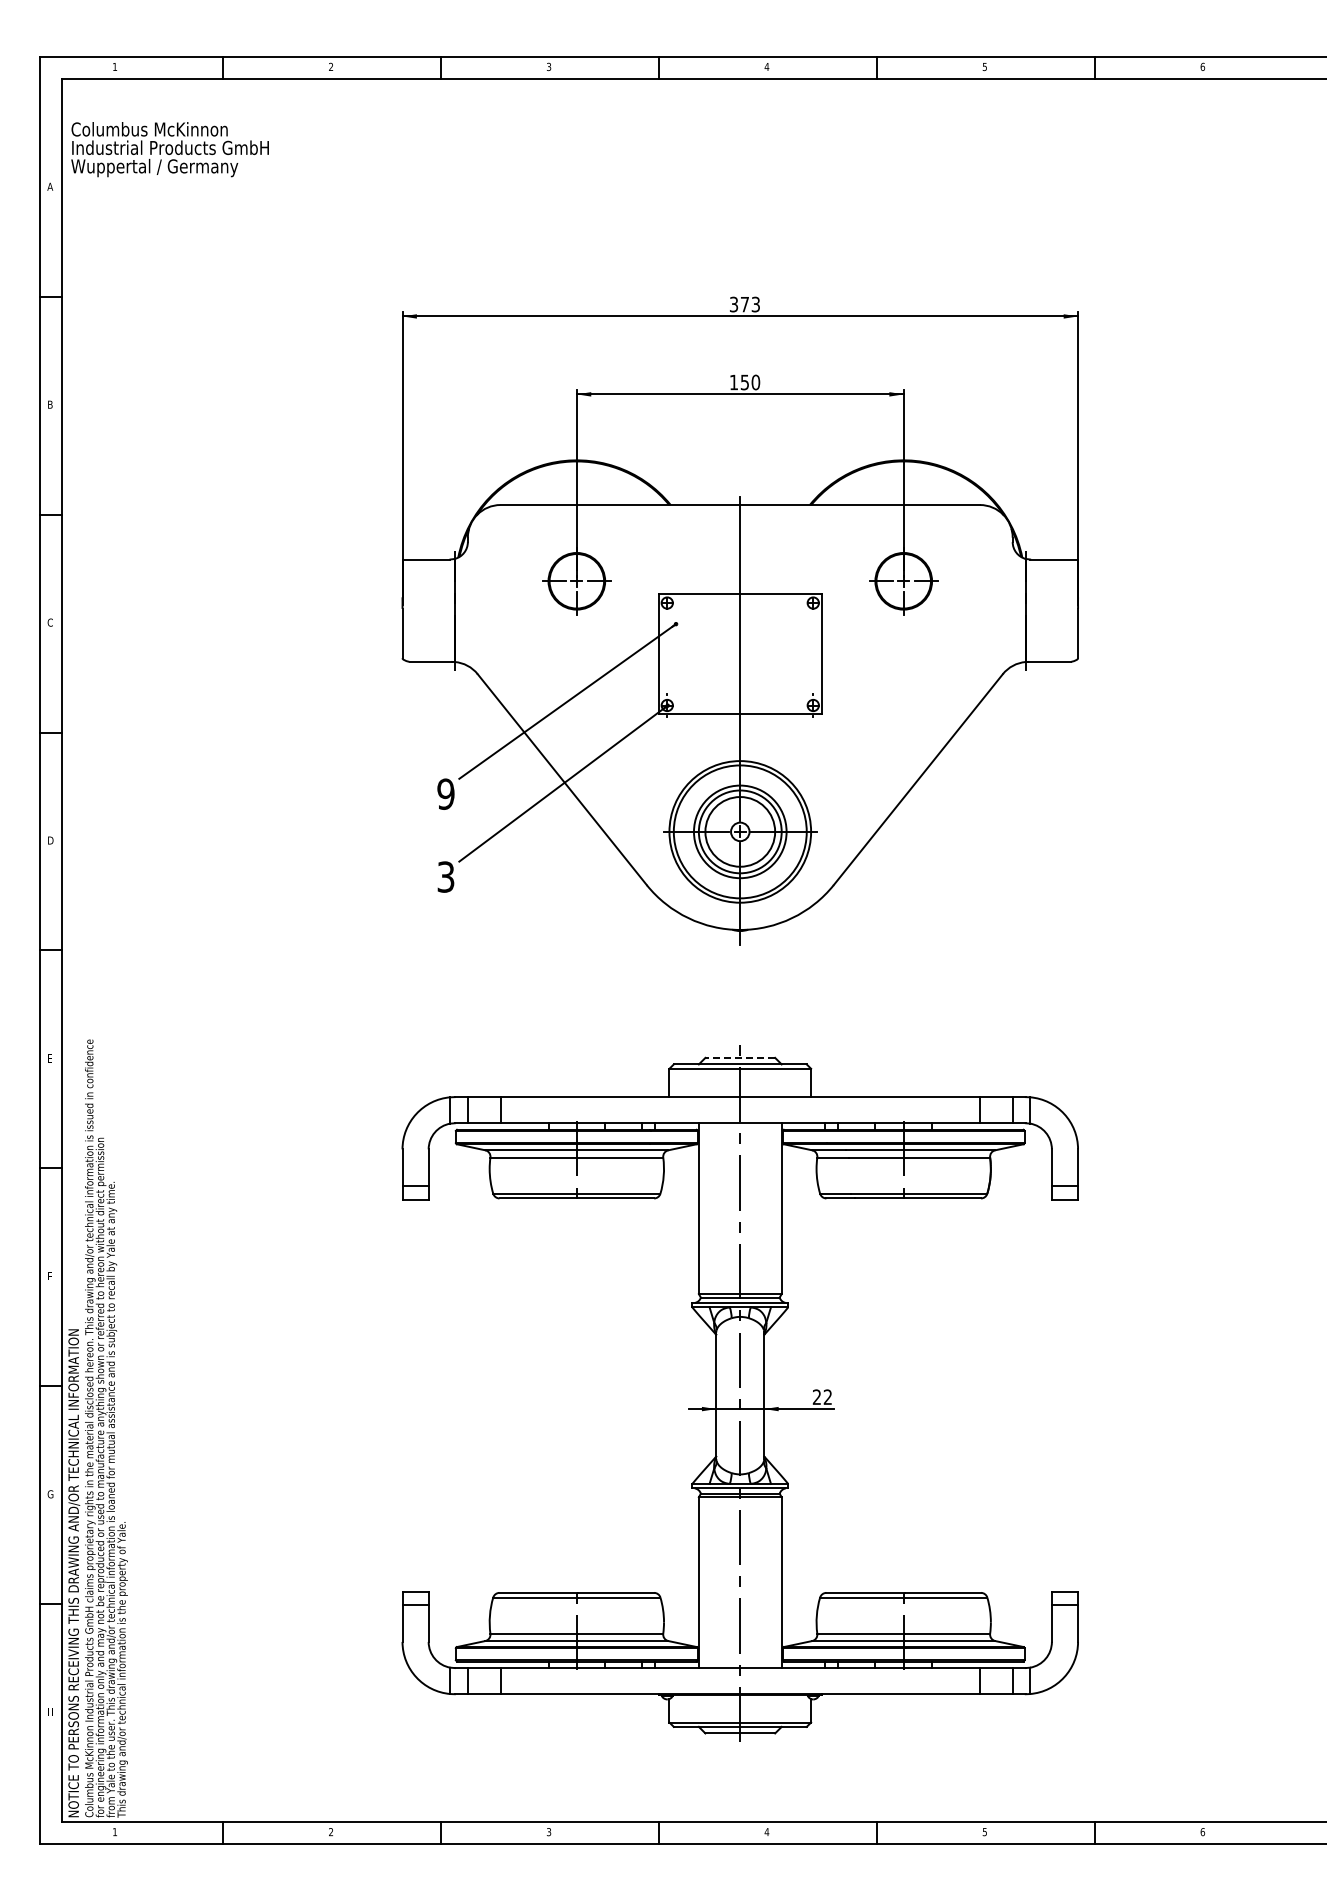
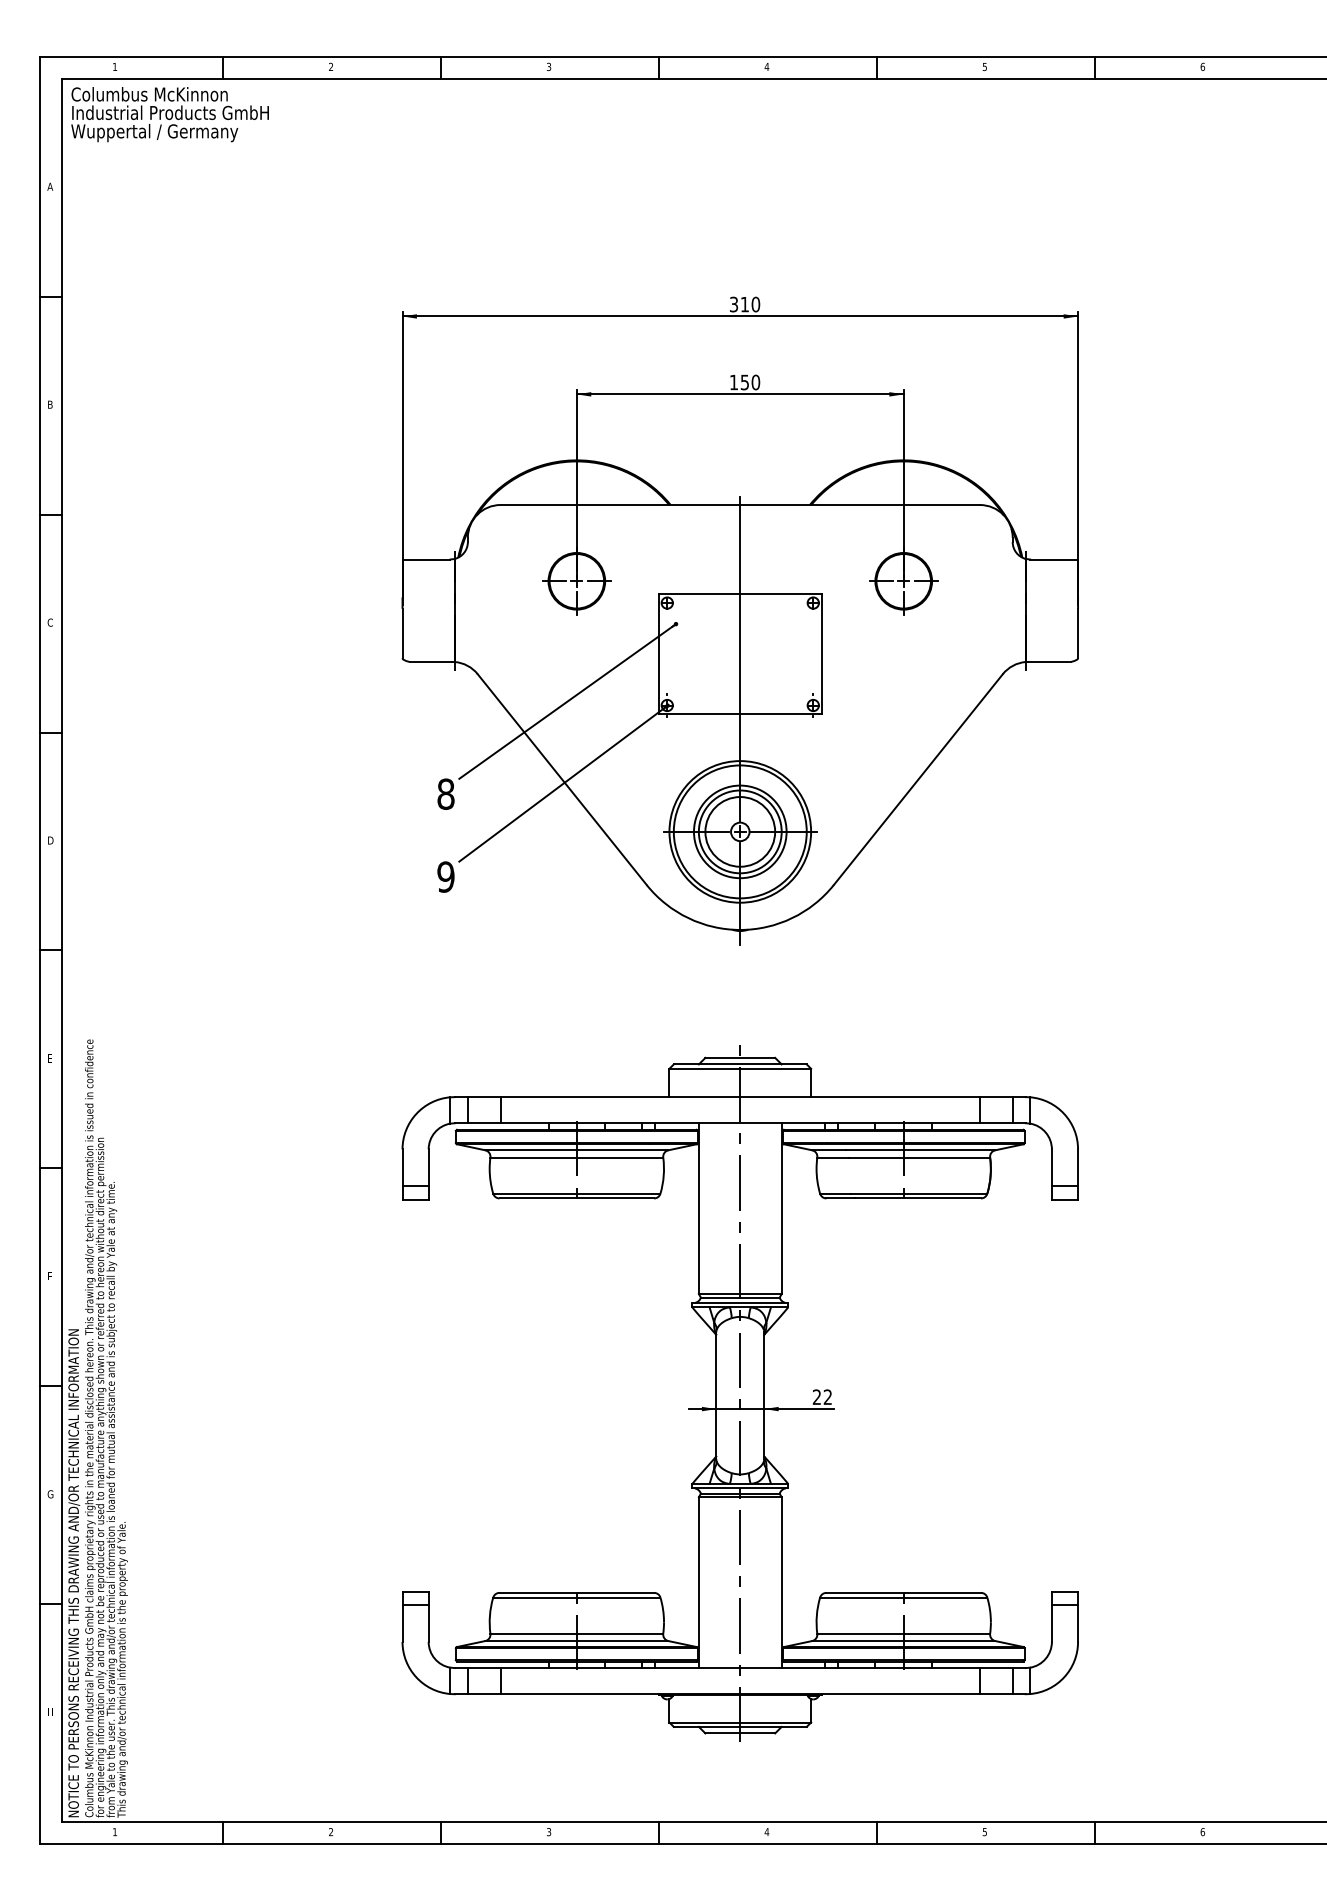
text at (169, 149) position: (169, 149) -> (169, 114)
text at (750, 304): 373 -> 310
text at (445, 793): 9 -> 8
text at (445, 876): 3 -> 9
line at (740, 1057): dashed -> solid
